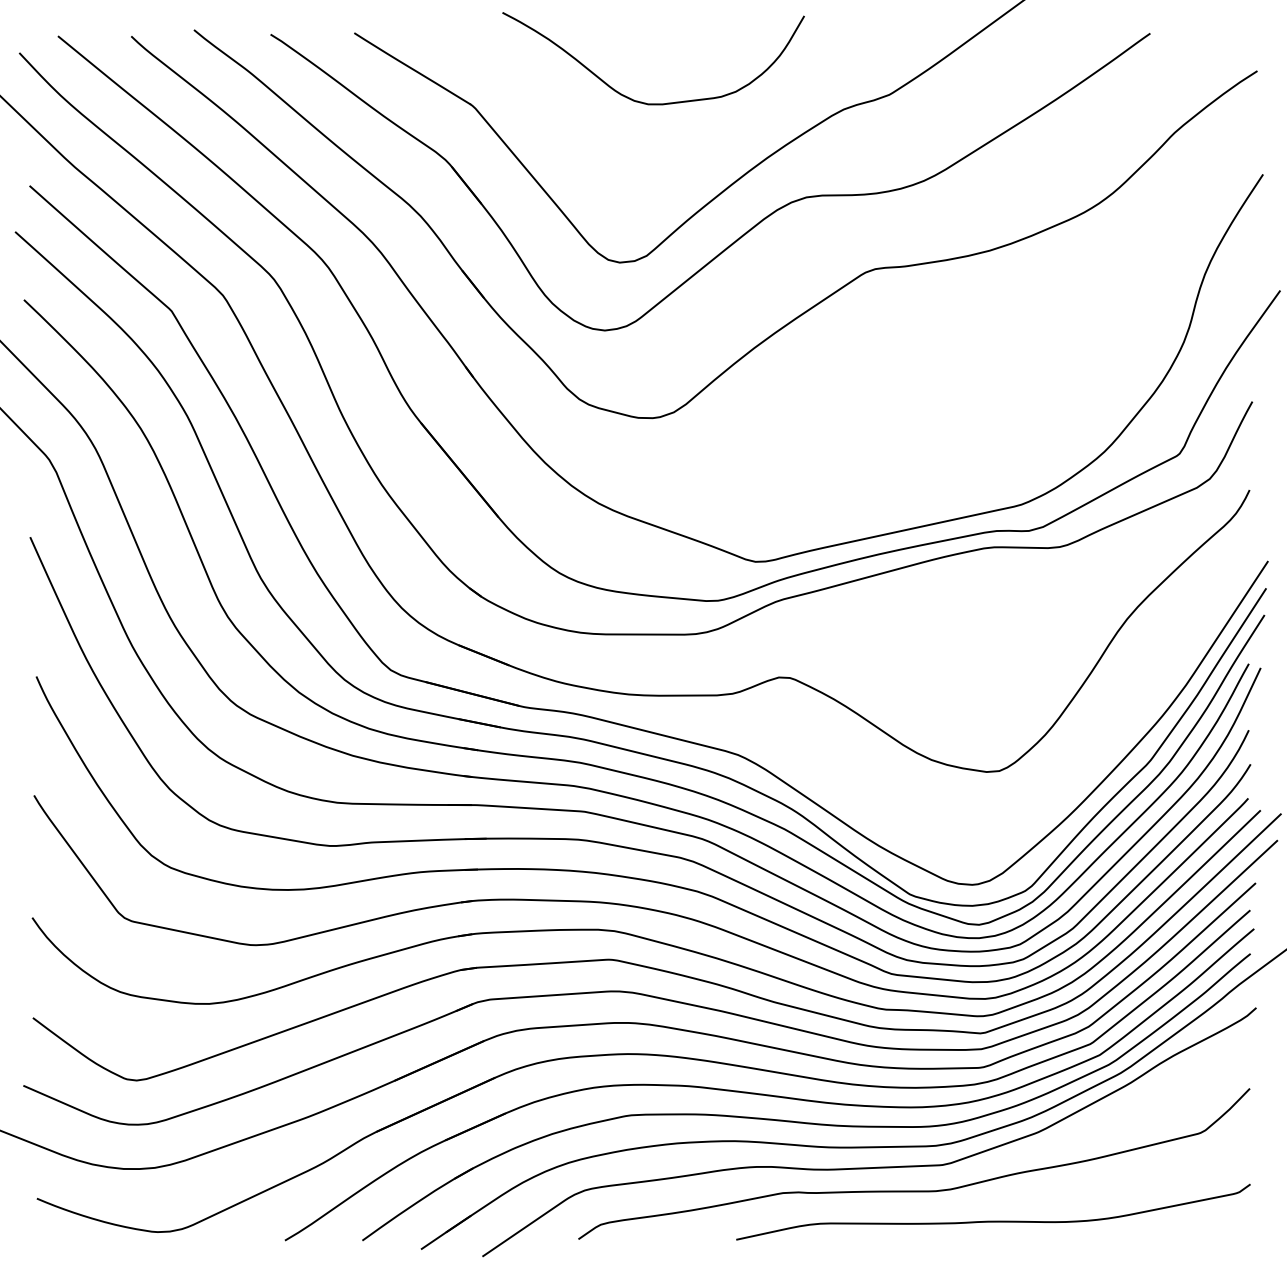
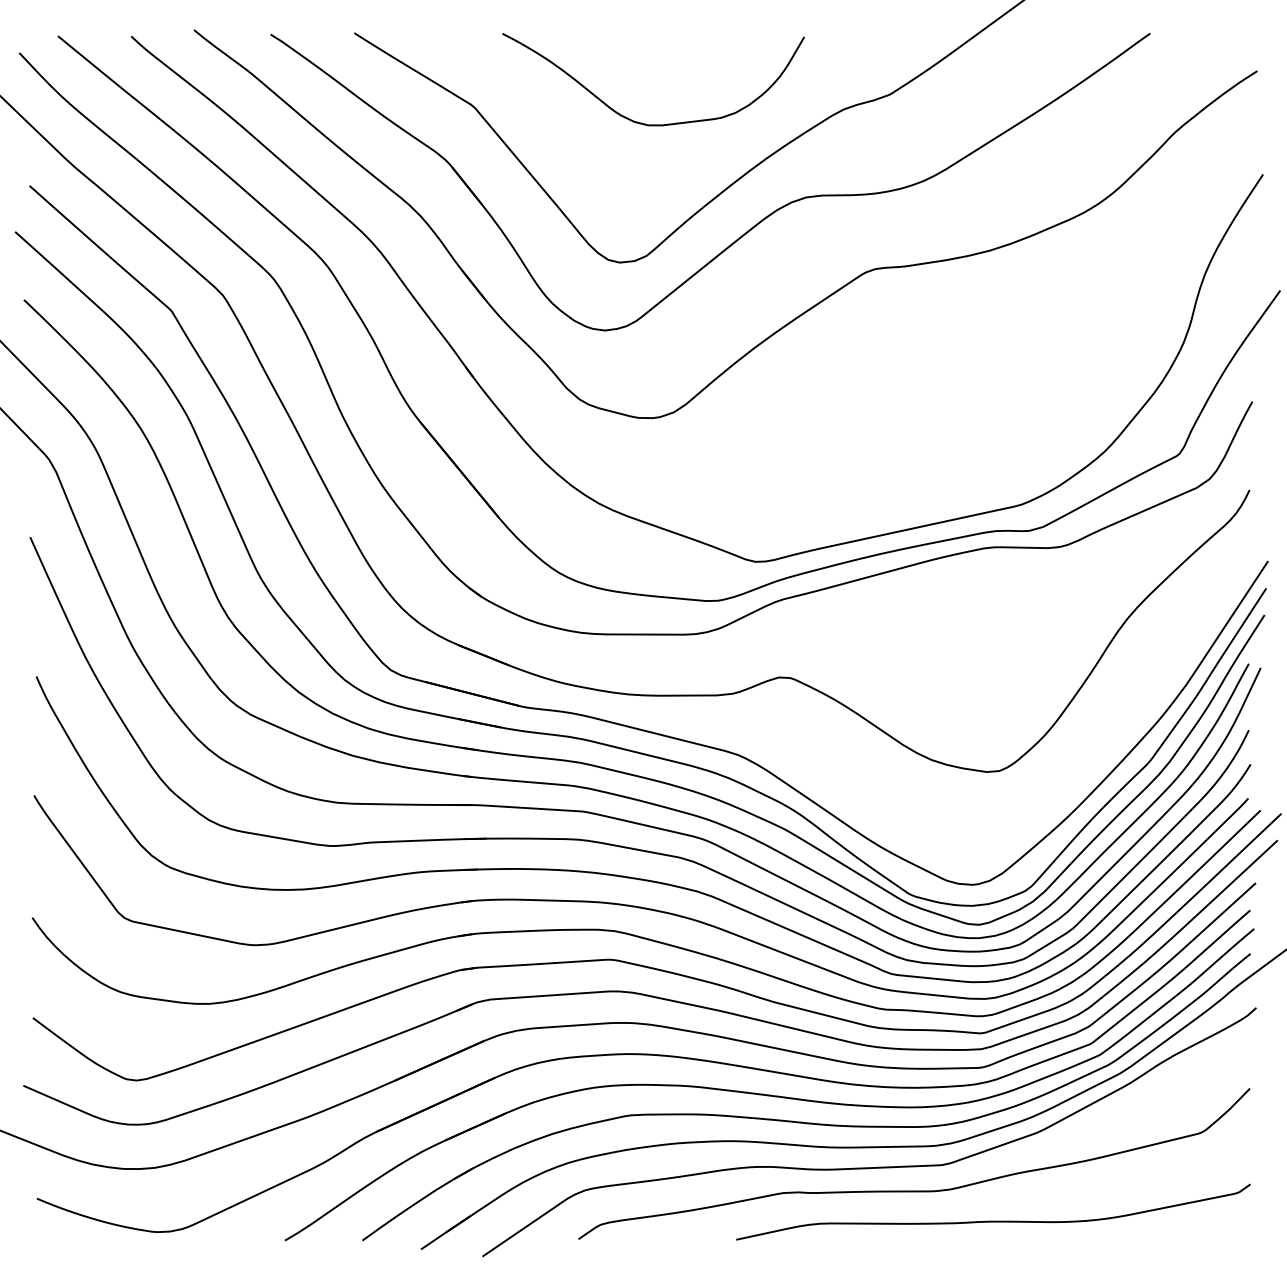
curve at (641, 101) position: (641, 101) -> (641, 122)
